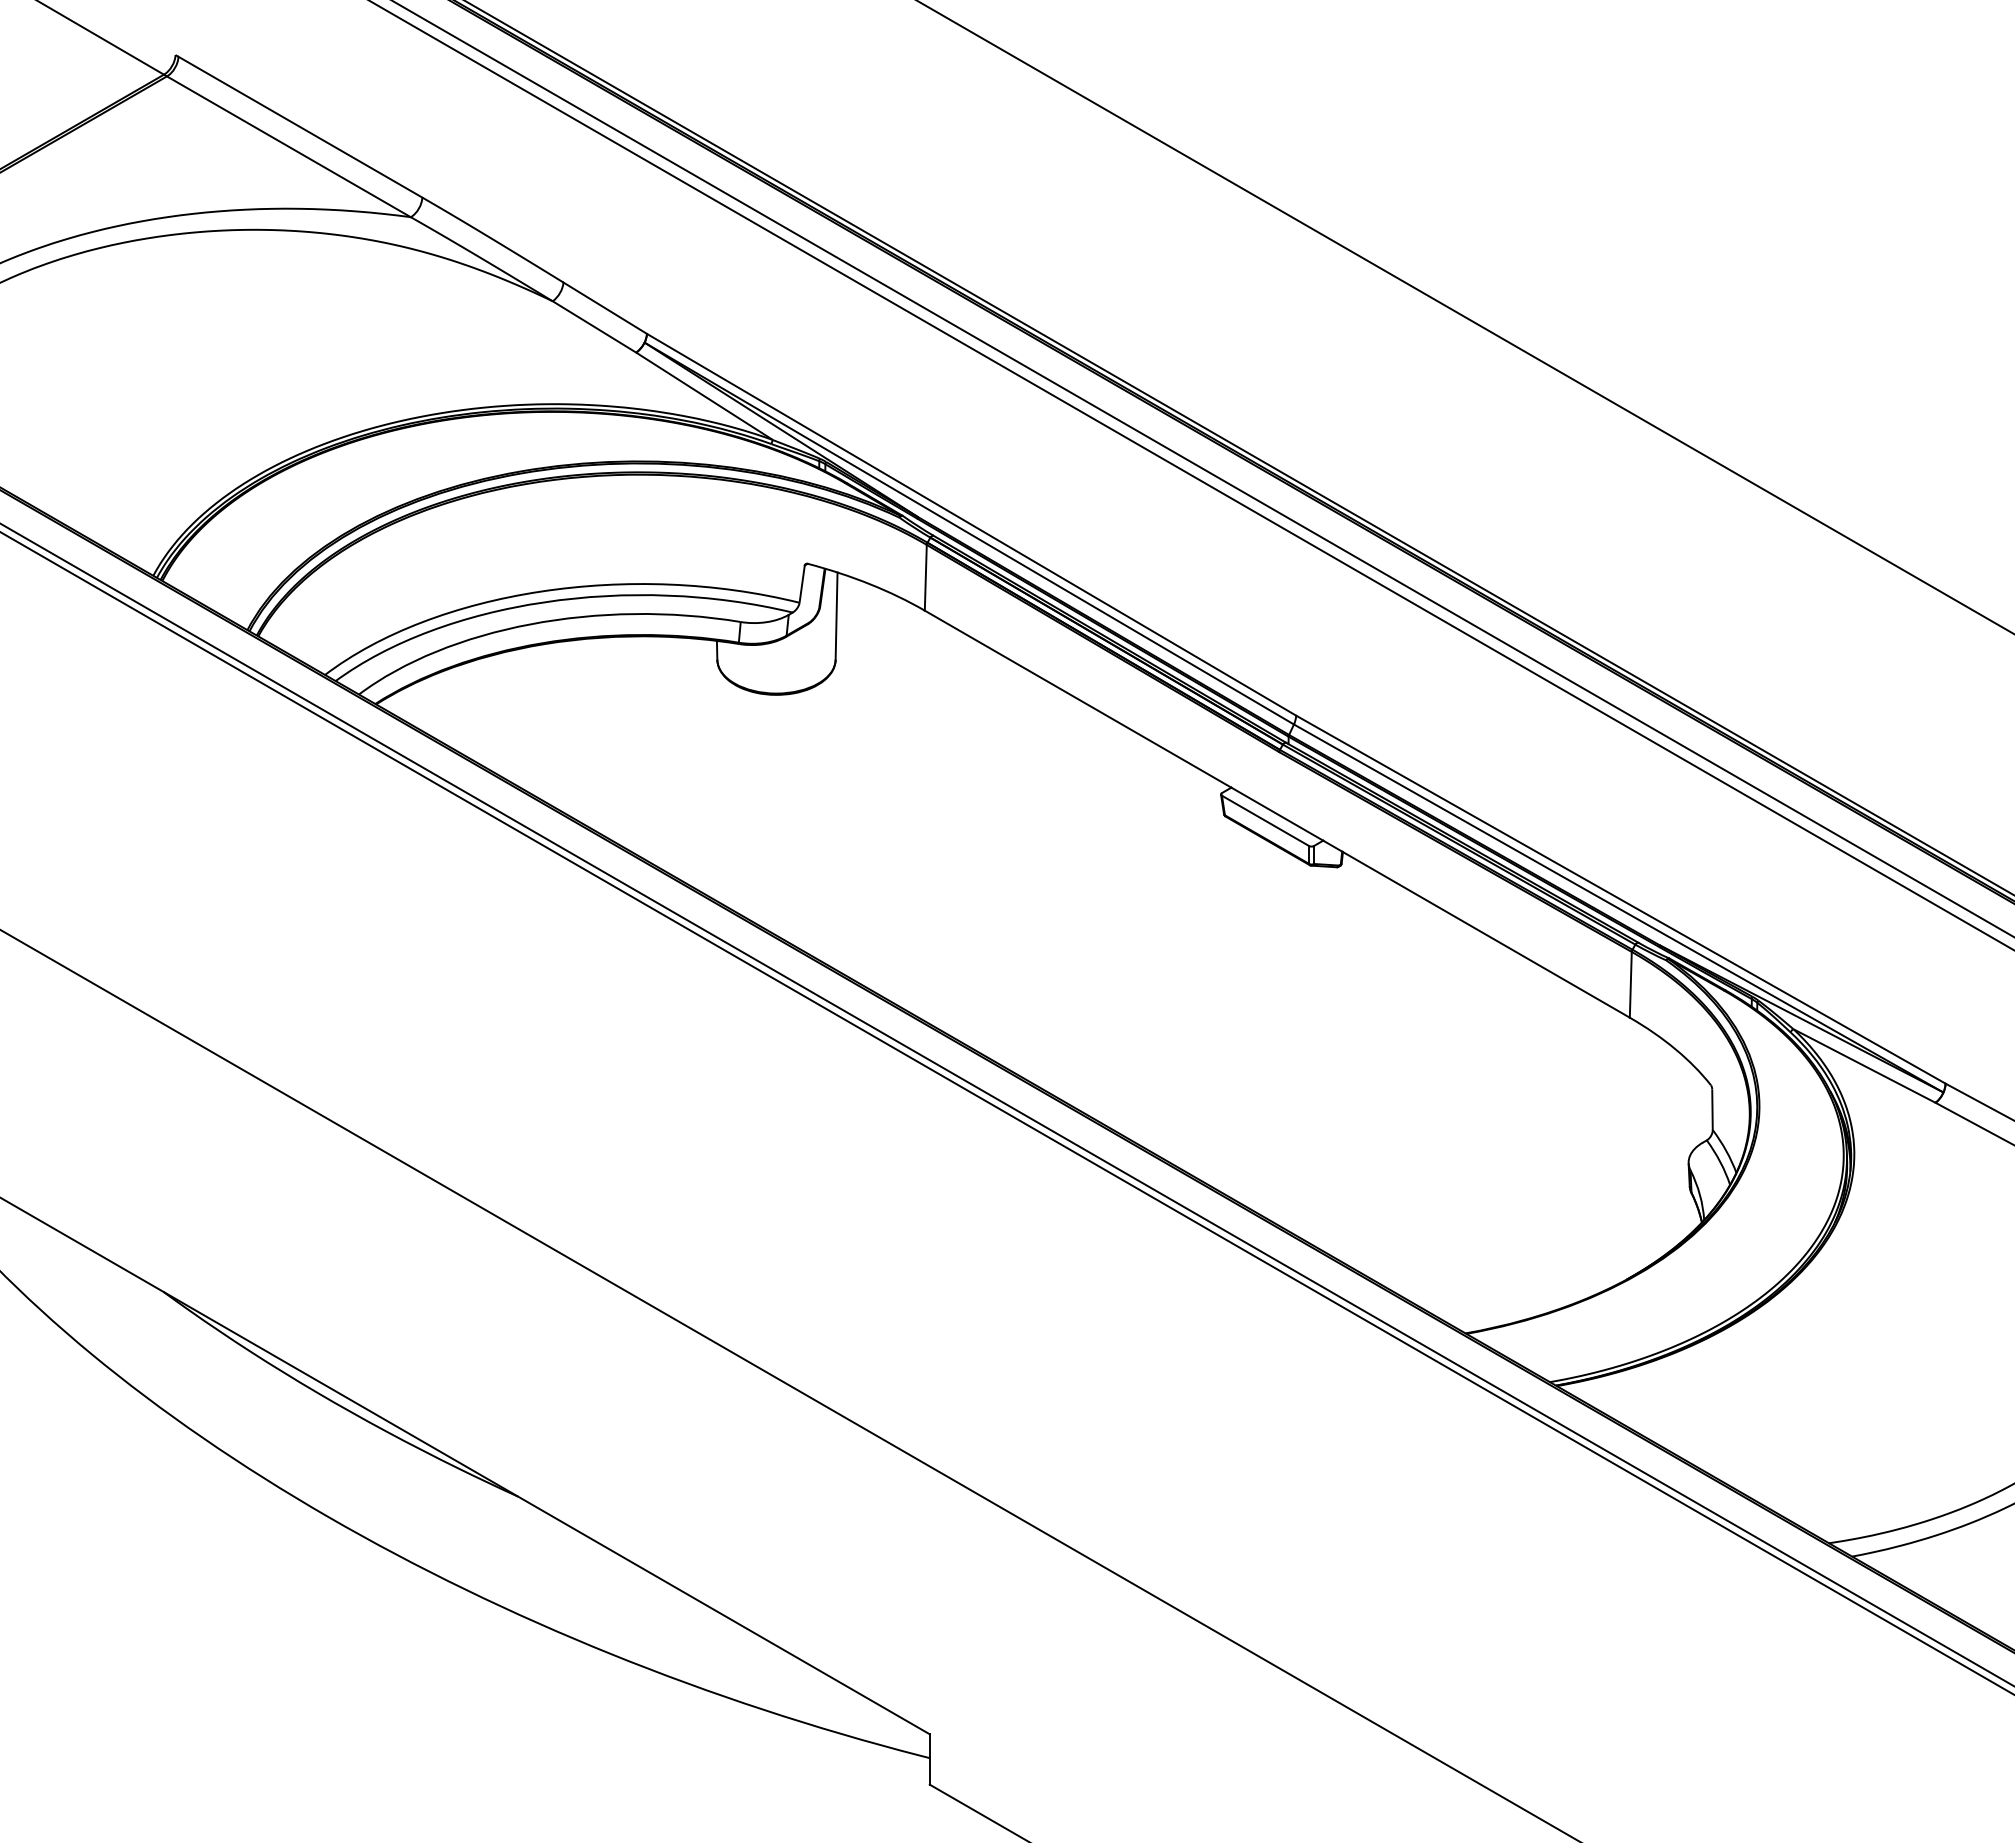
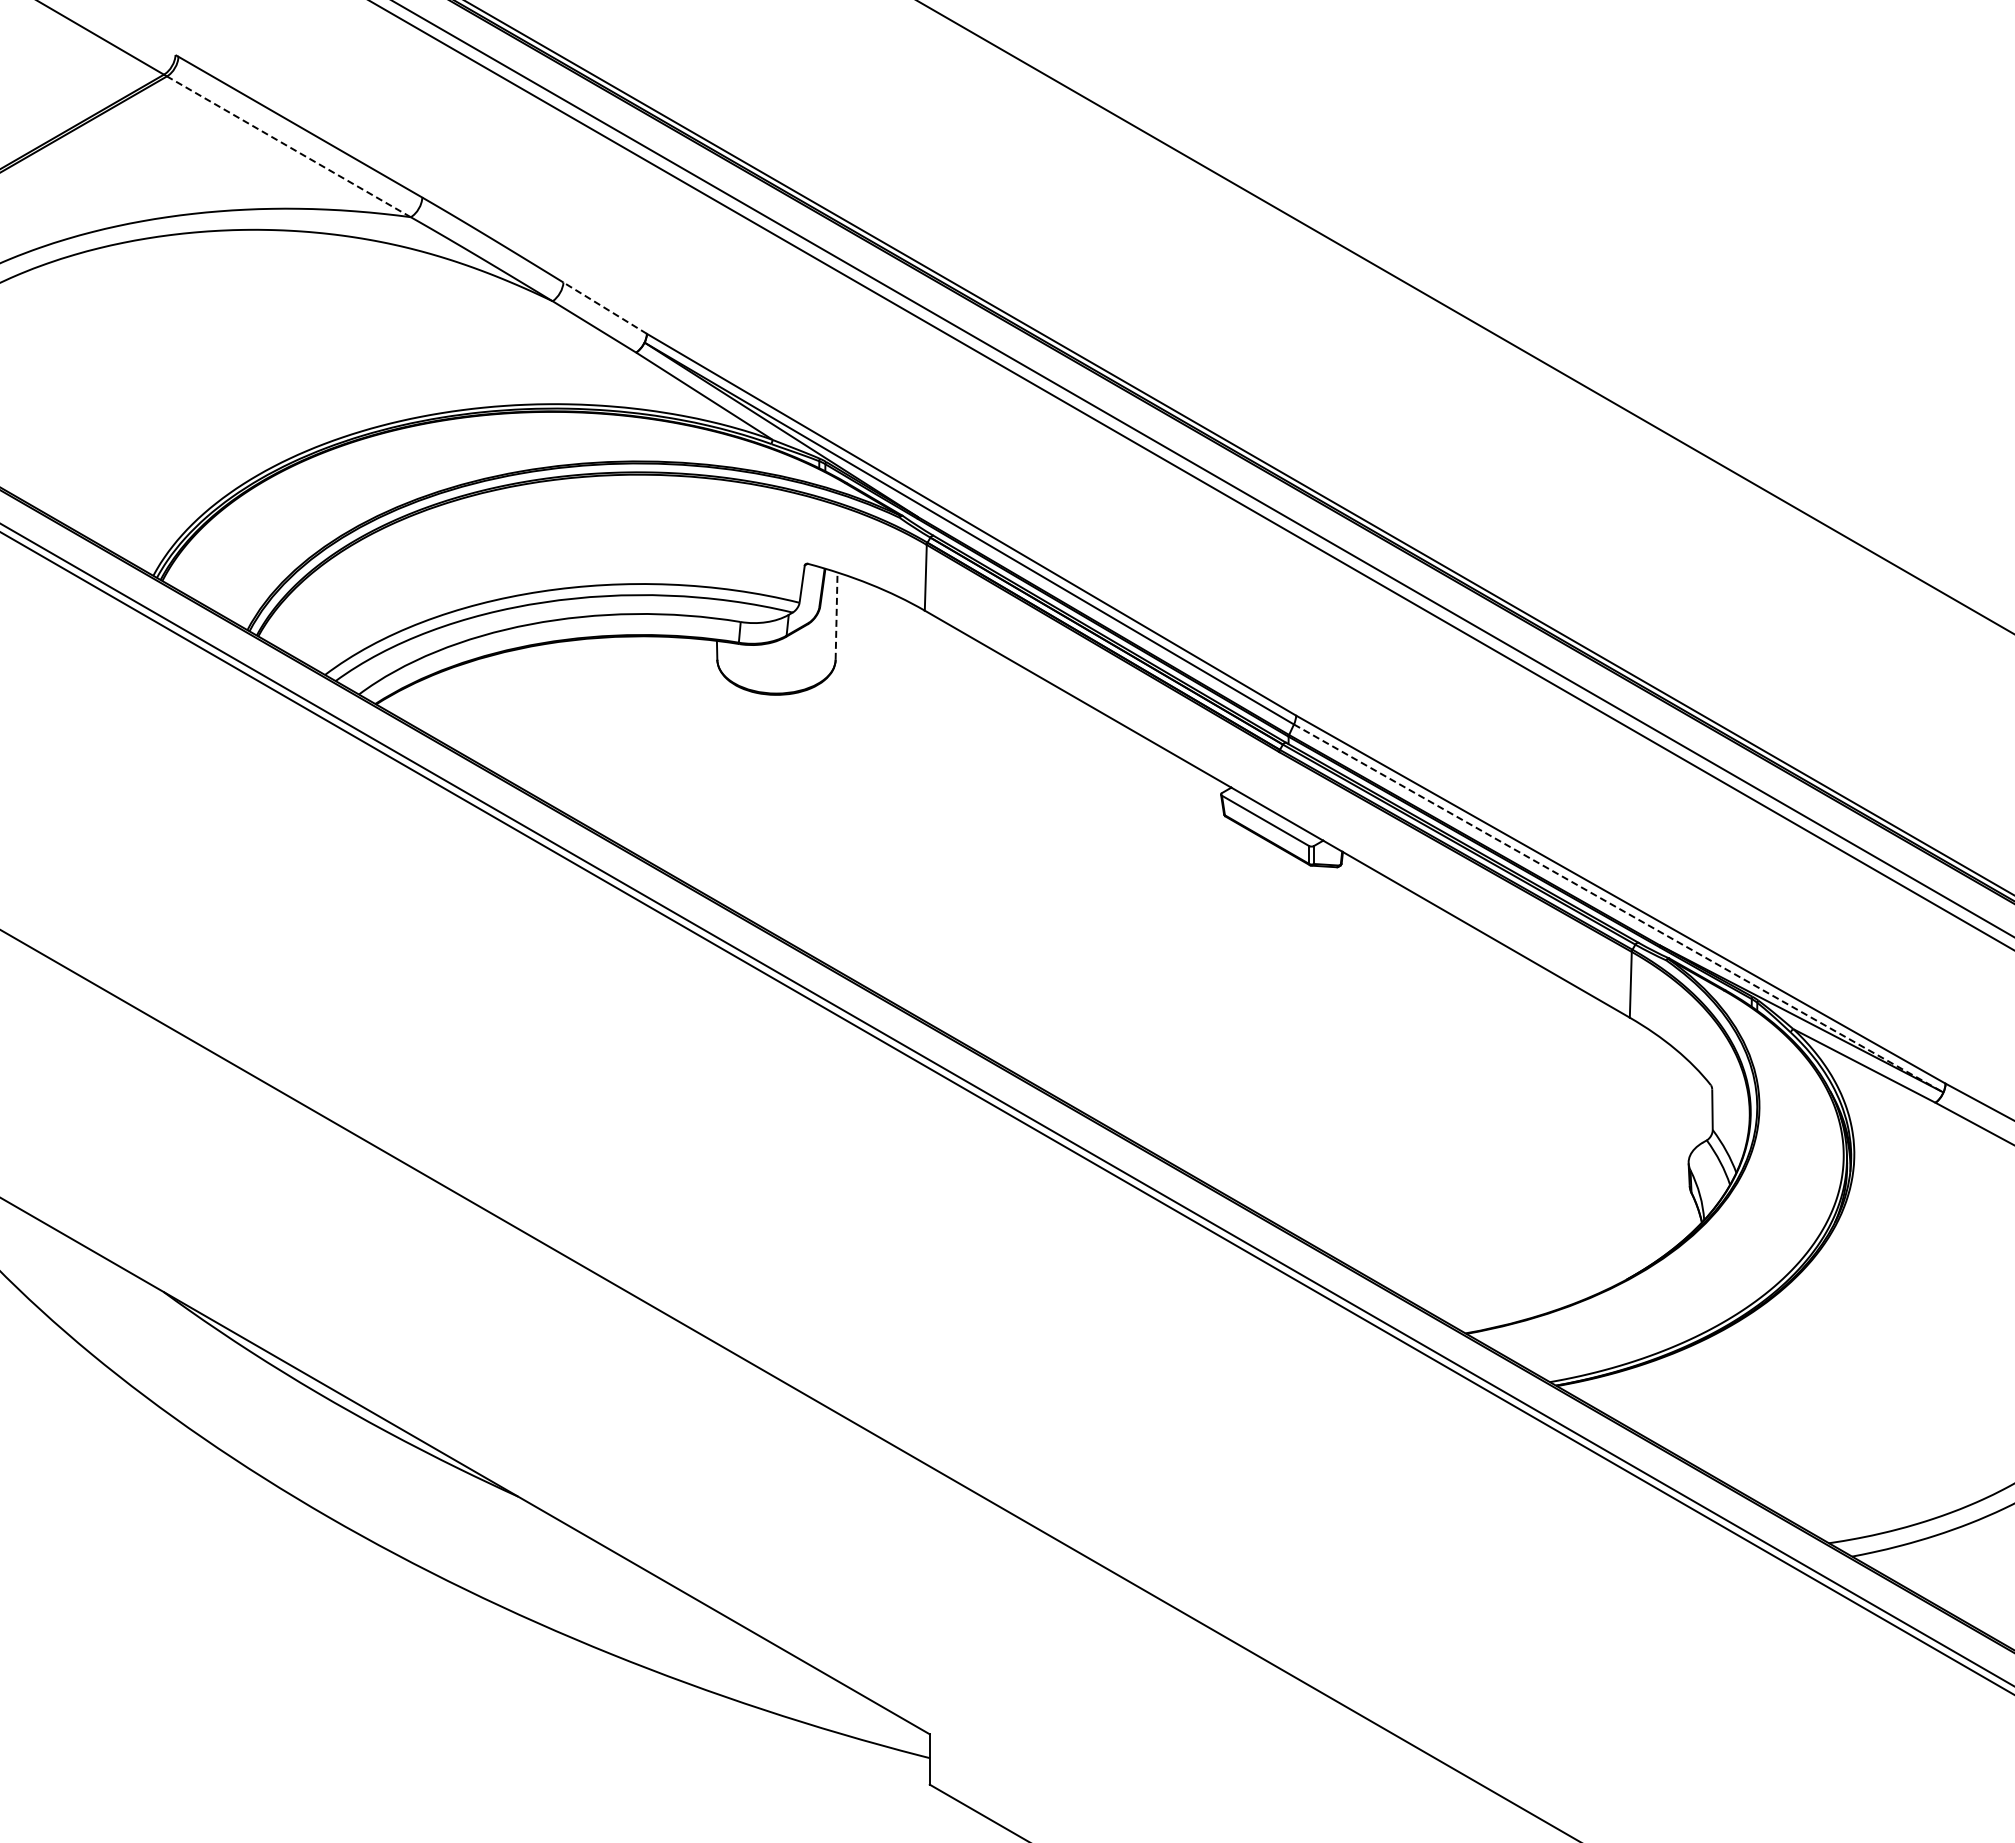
line at (288, 146): solid -> dashed
line at (604, 307): solid -> dashed
line at (836, 616): solid -> dashed
line at (1619, 908): solid -> dashed
